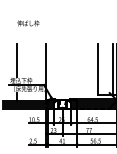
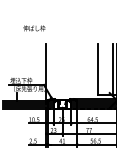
text at (28, 23) position: (28, 23) -> (34, 28)
line at (17, 59): present -> none
